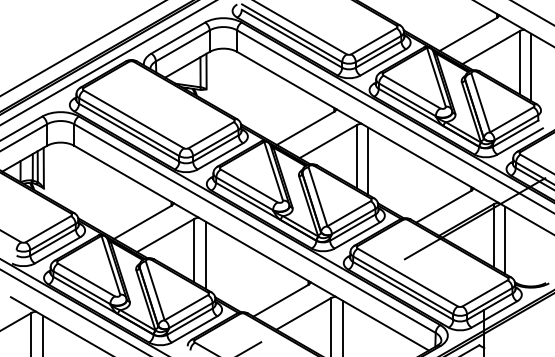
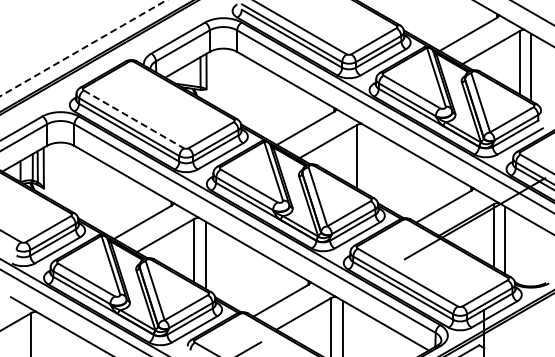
line at (83, 48): solid -> dashed
line at (107, 63): present -> none
line at (133, 119): solid -> dashed
line at (368, 161): present -> none
line at (42, 334): present -> none
